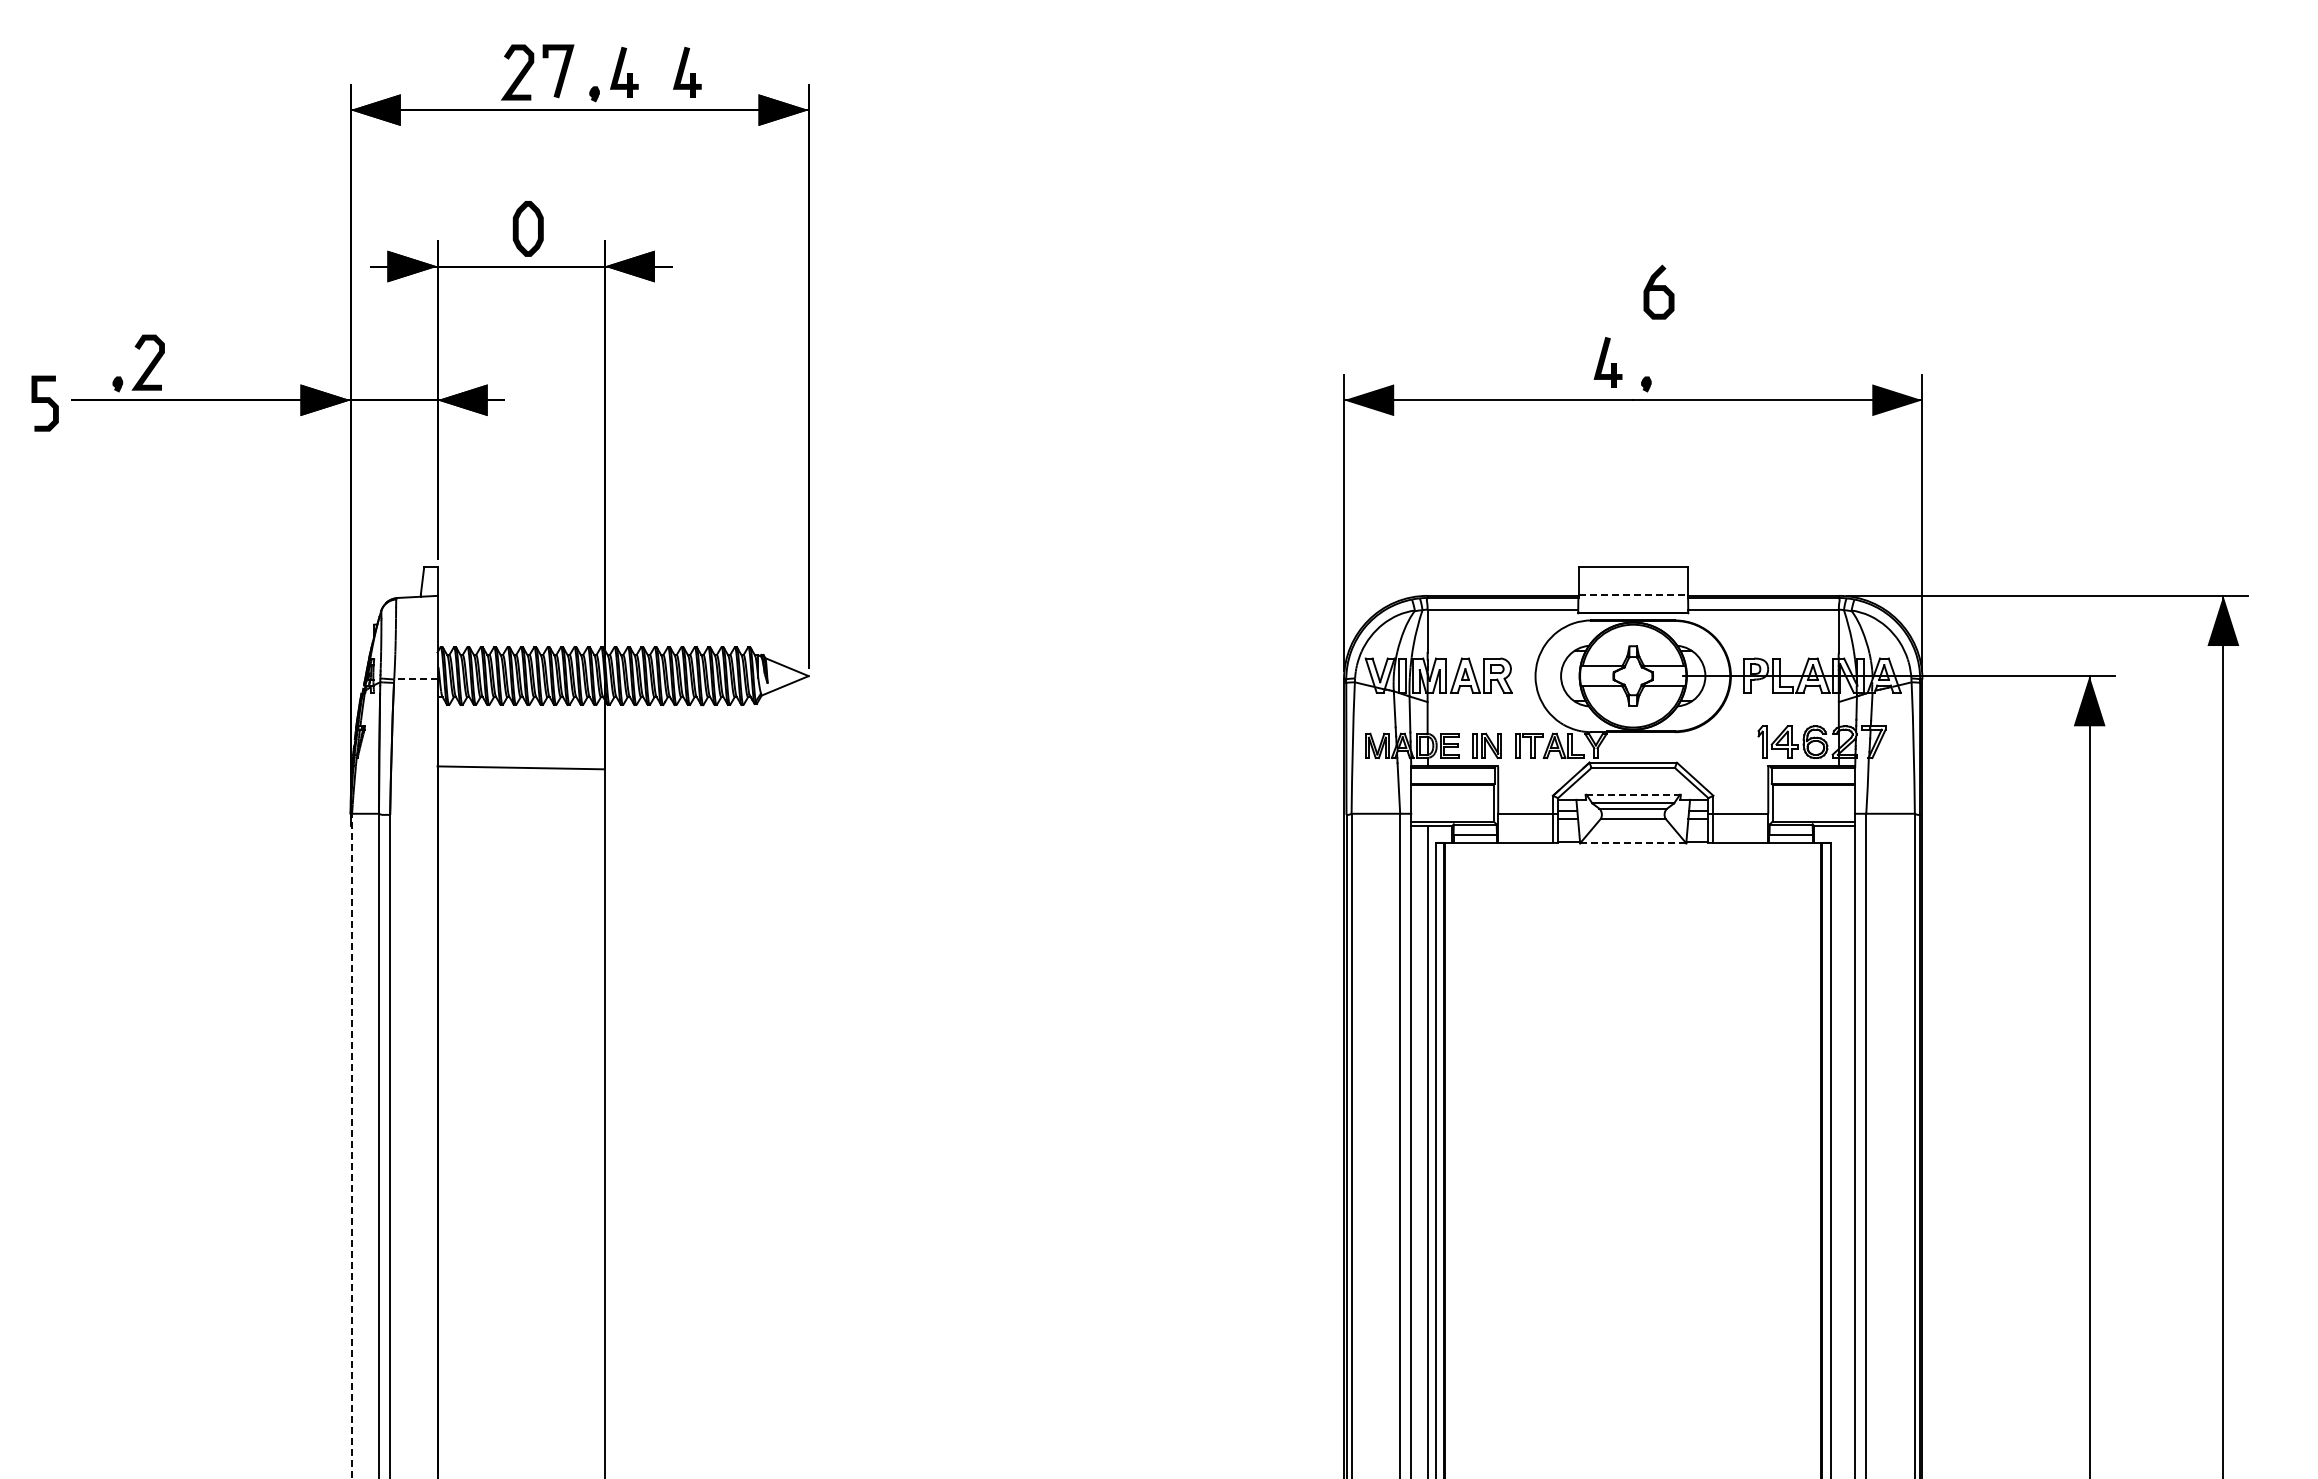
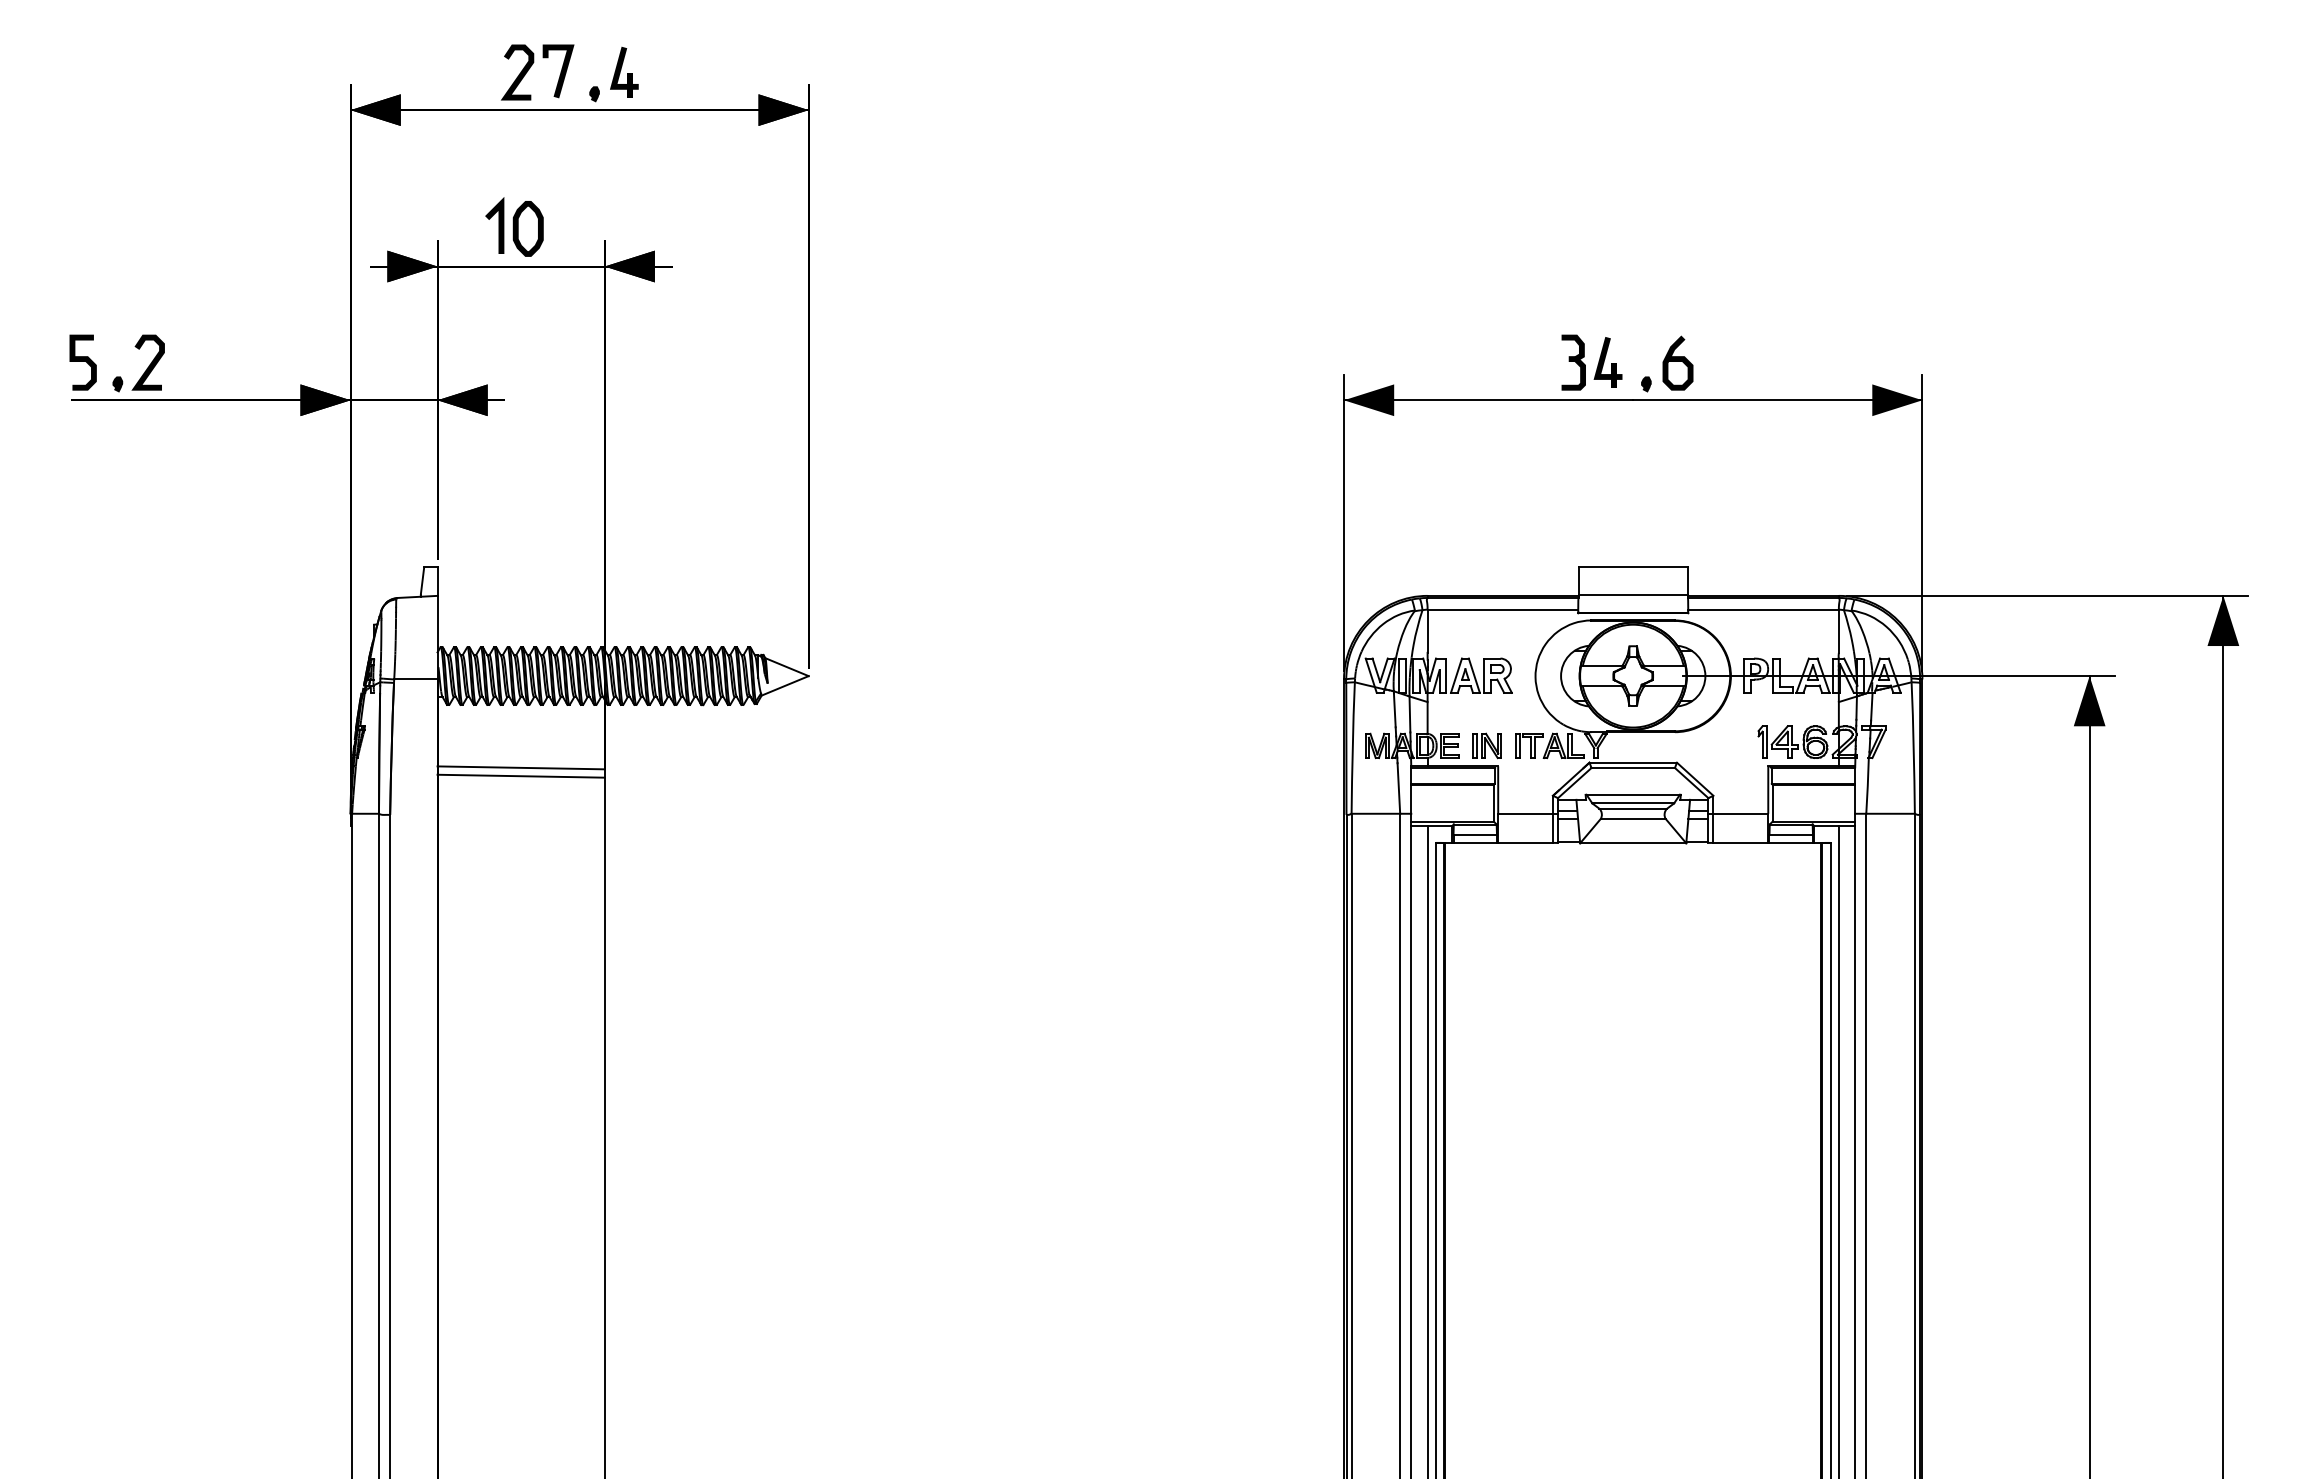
part at (687, 72): present -> none
line at (498, 225): none -> present
curve at (1658, 290) position: (1658, 290) -> (1677, 361)
part at (1573, 362): none -> present
curve at (44, 402) position: (44, 402) -> (82, 361)
line at (1633, 594): dashed -> solid
line at (415, 679): dashed -> solid
line at (520, 775): none -> present
line at (1633, 794): dashed -> solid
line at (1632, 843): dashed -> solid
line at (352, 1145): dashed -> solid
line at (1838, 1150): none -> present
